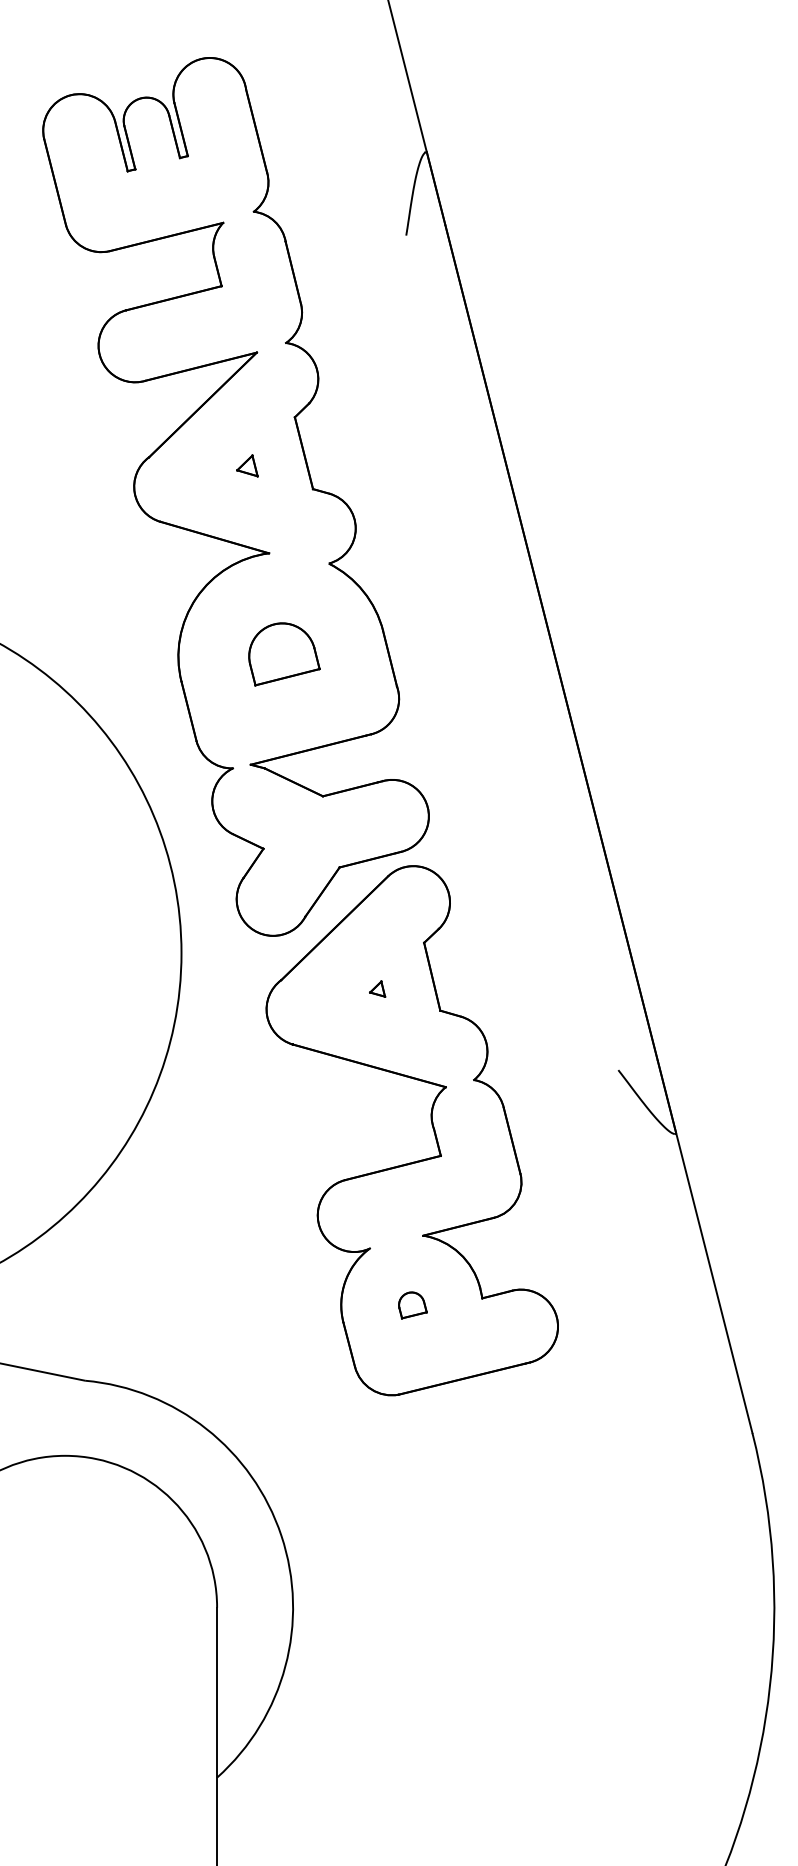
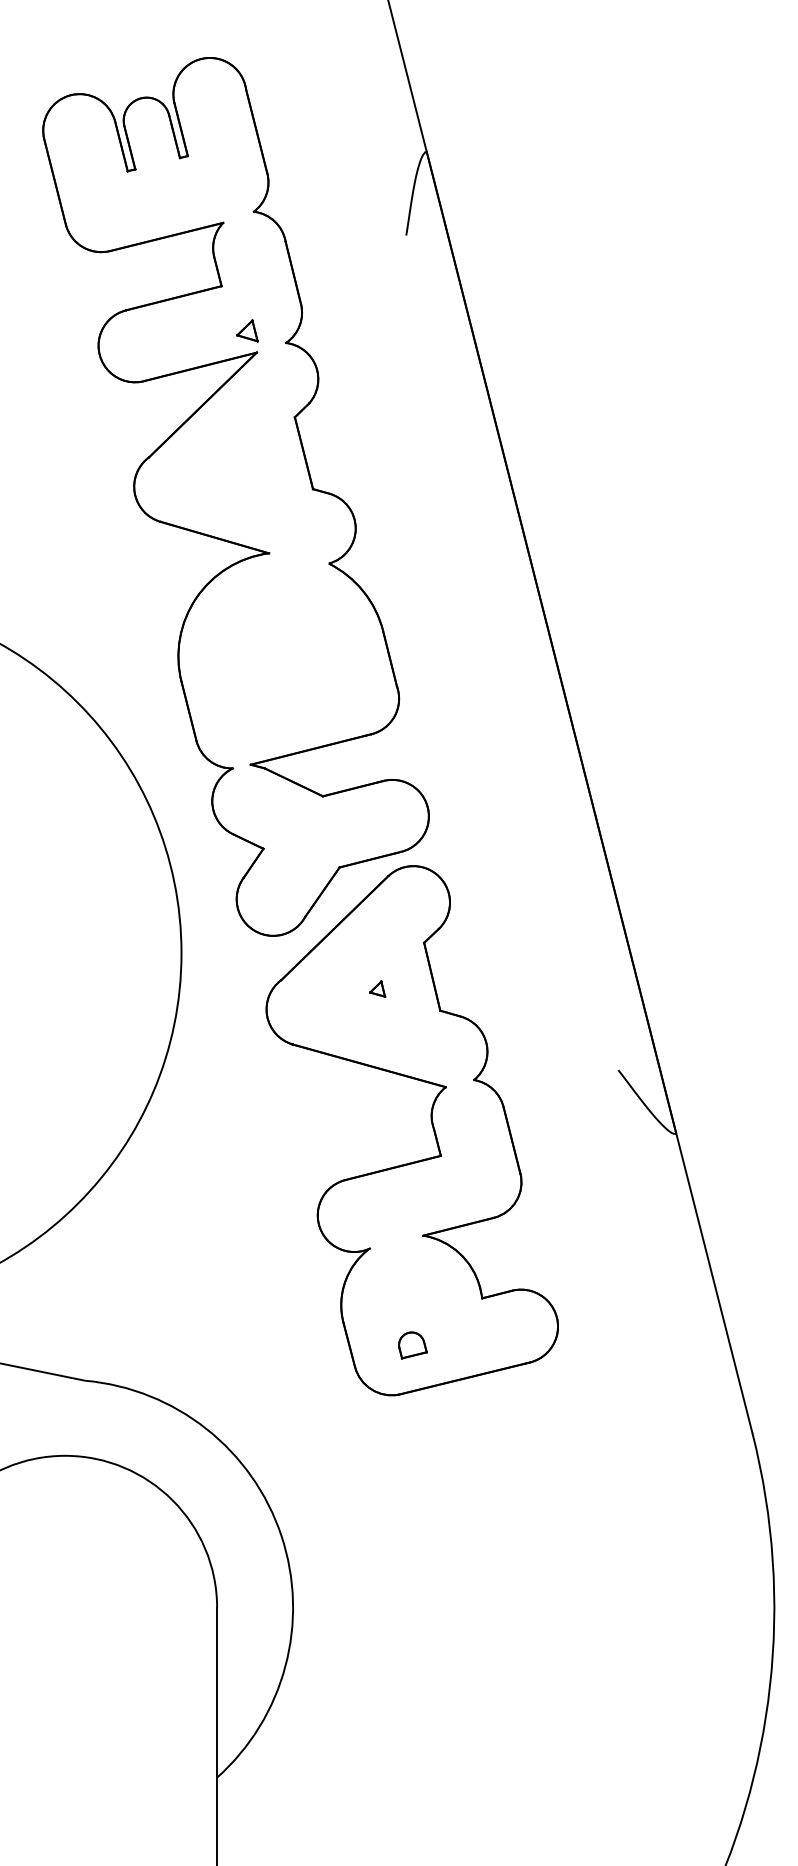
part at (247, 465) position: (247, 465) -> (247, 330)
part at (284, 654): present -> none
part at (412, 1305) position: (412, 1305) -> (412, 1345)
